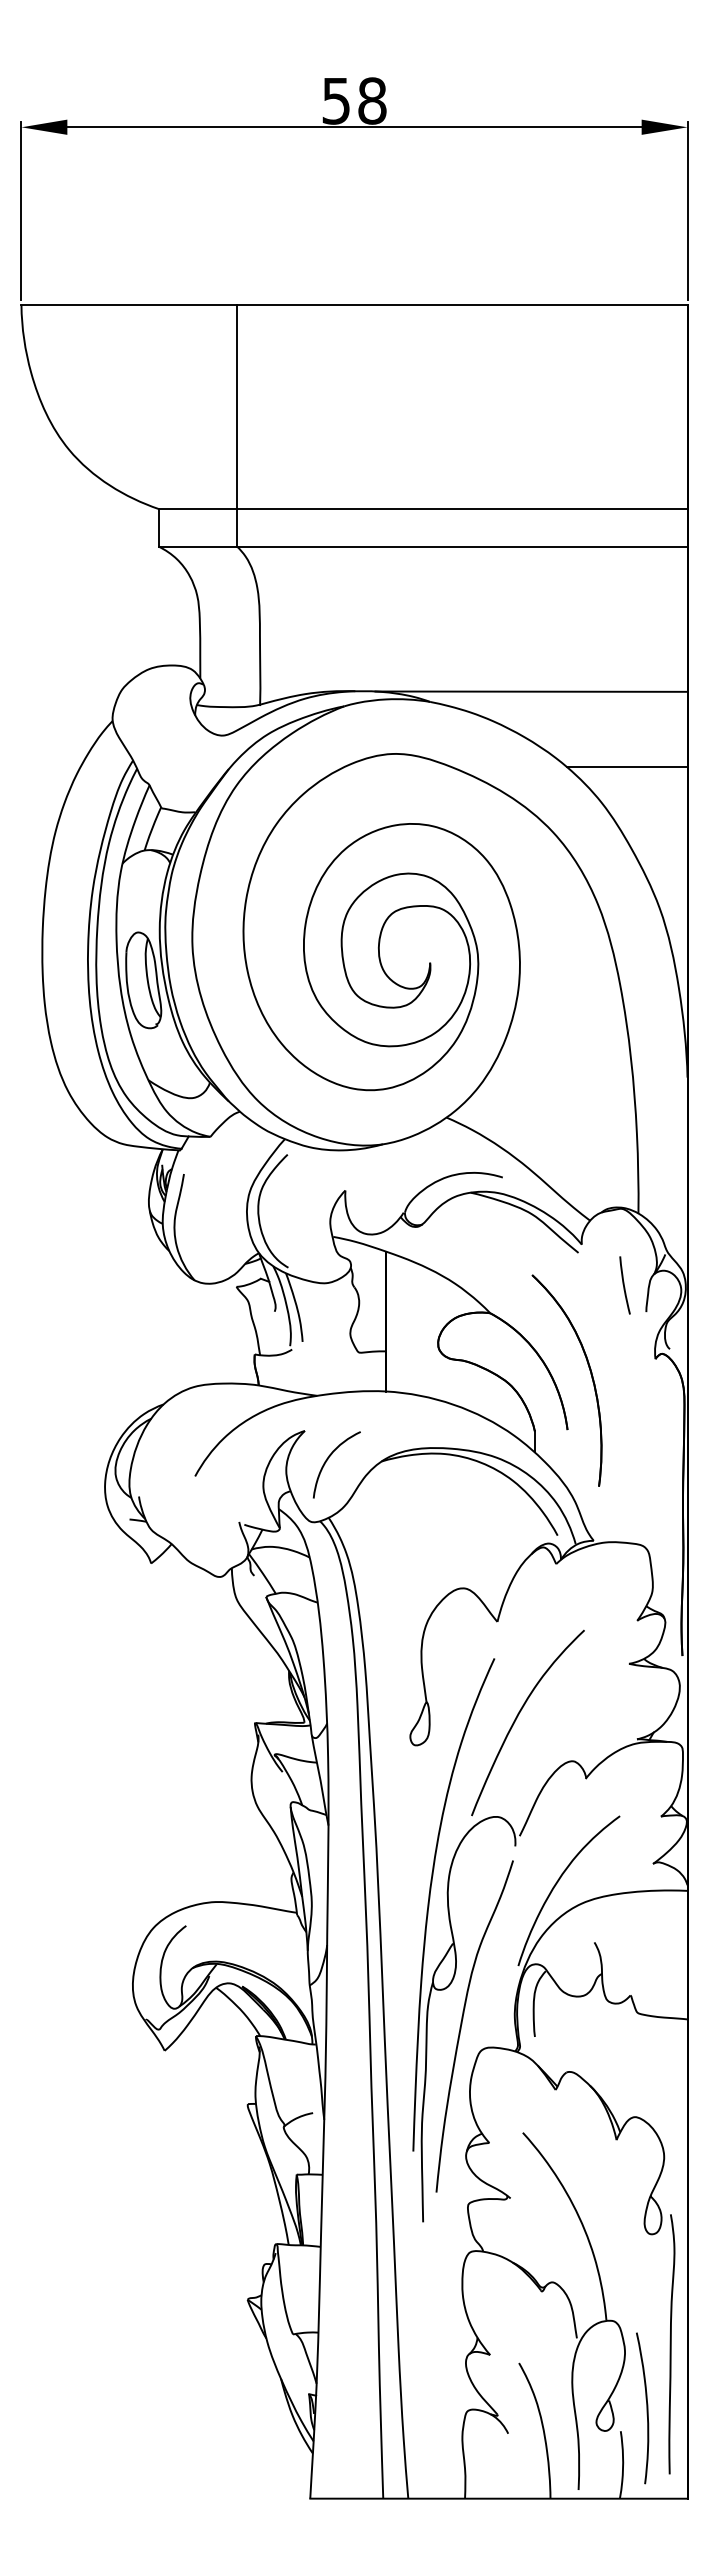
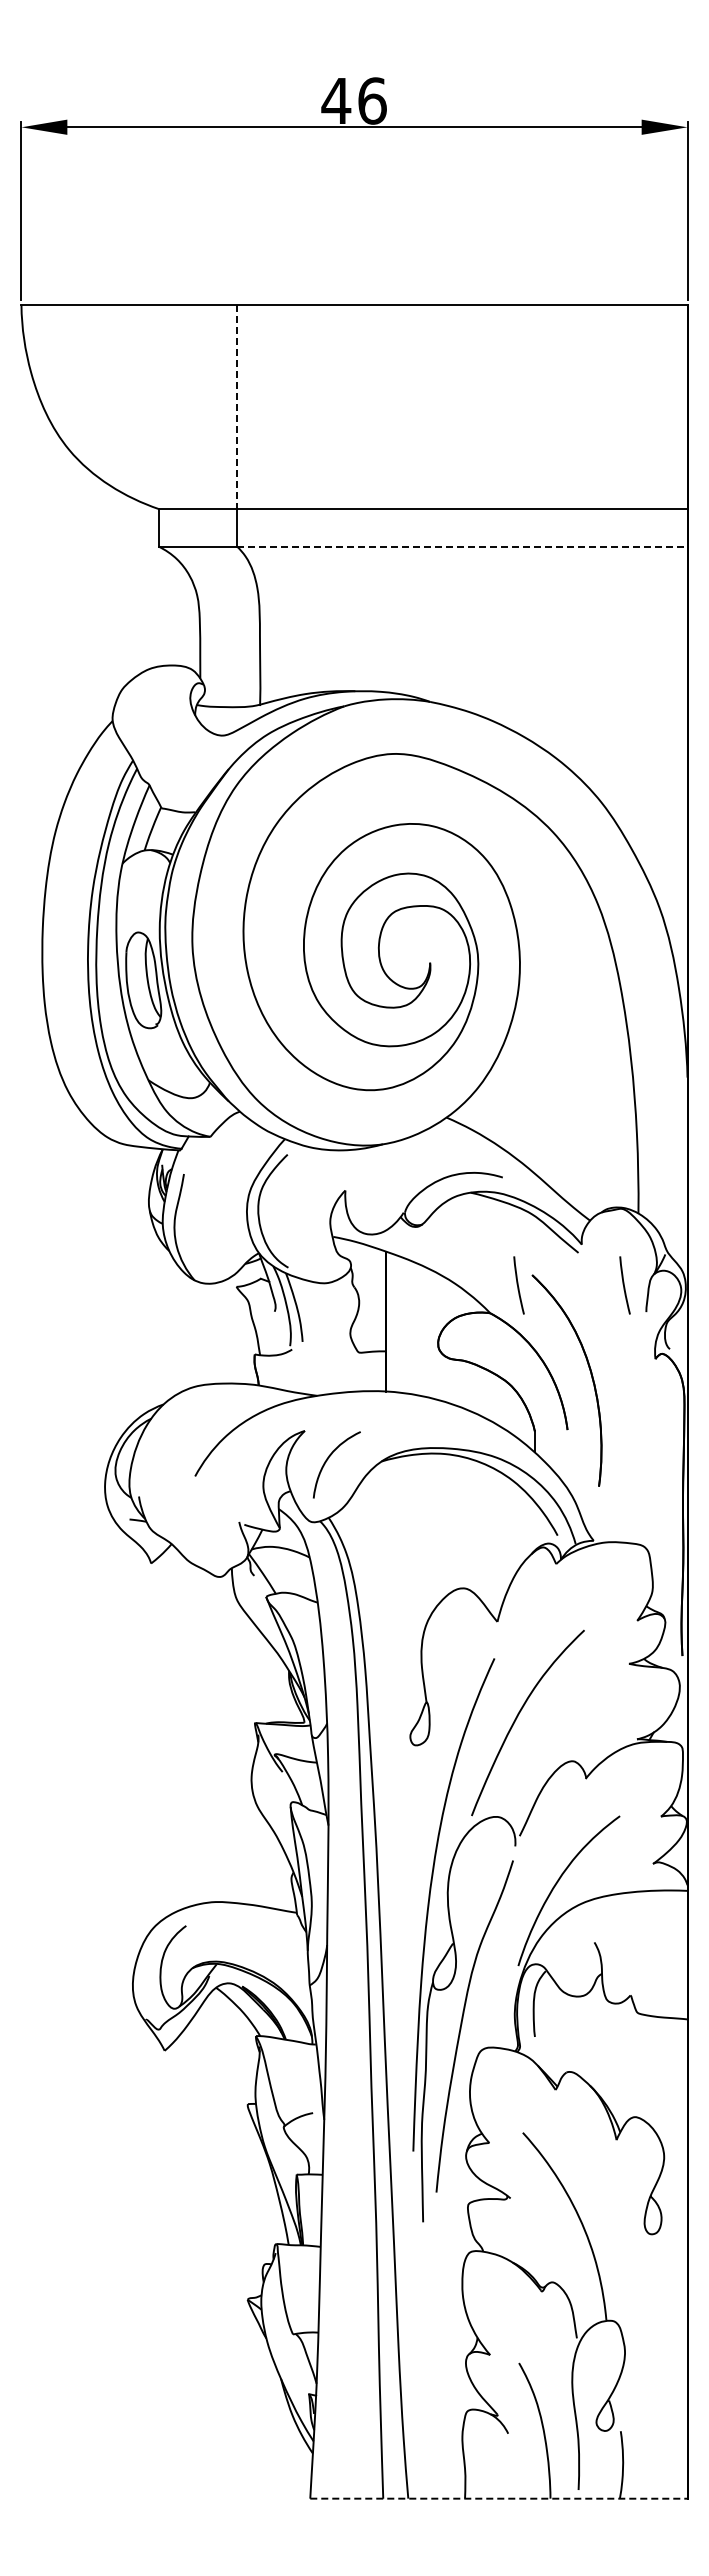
text at (353, 100): 58 -> 46
line at (237, 407): solid -> dashed
line at (462, 546): solid -> dashed
line at (531, 691): present -> none
line at (627, 767): present -> none
curve at (518, 1285): none -> present
curve at (671, 2344): present -> none
curve at (646, 2408): present -> none
line at (498, 2498): solid -> dashed
